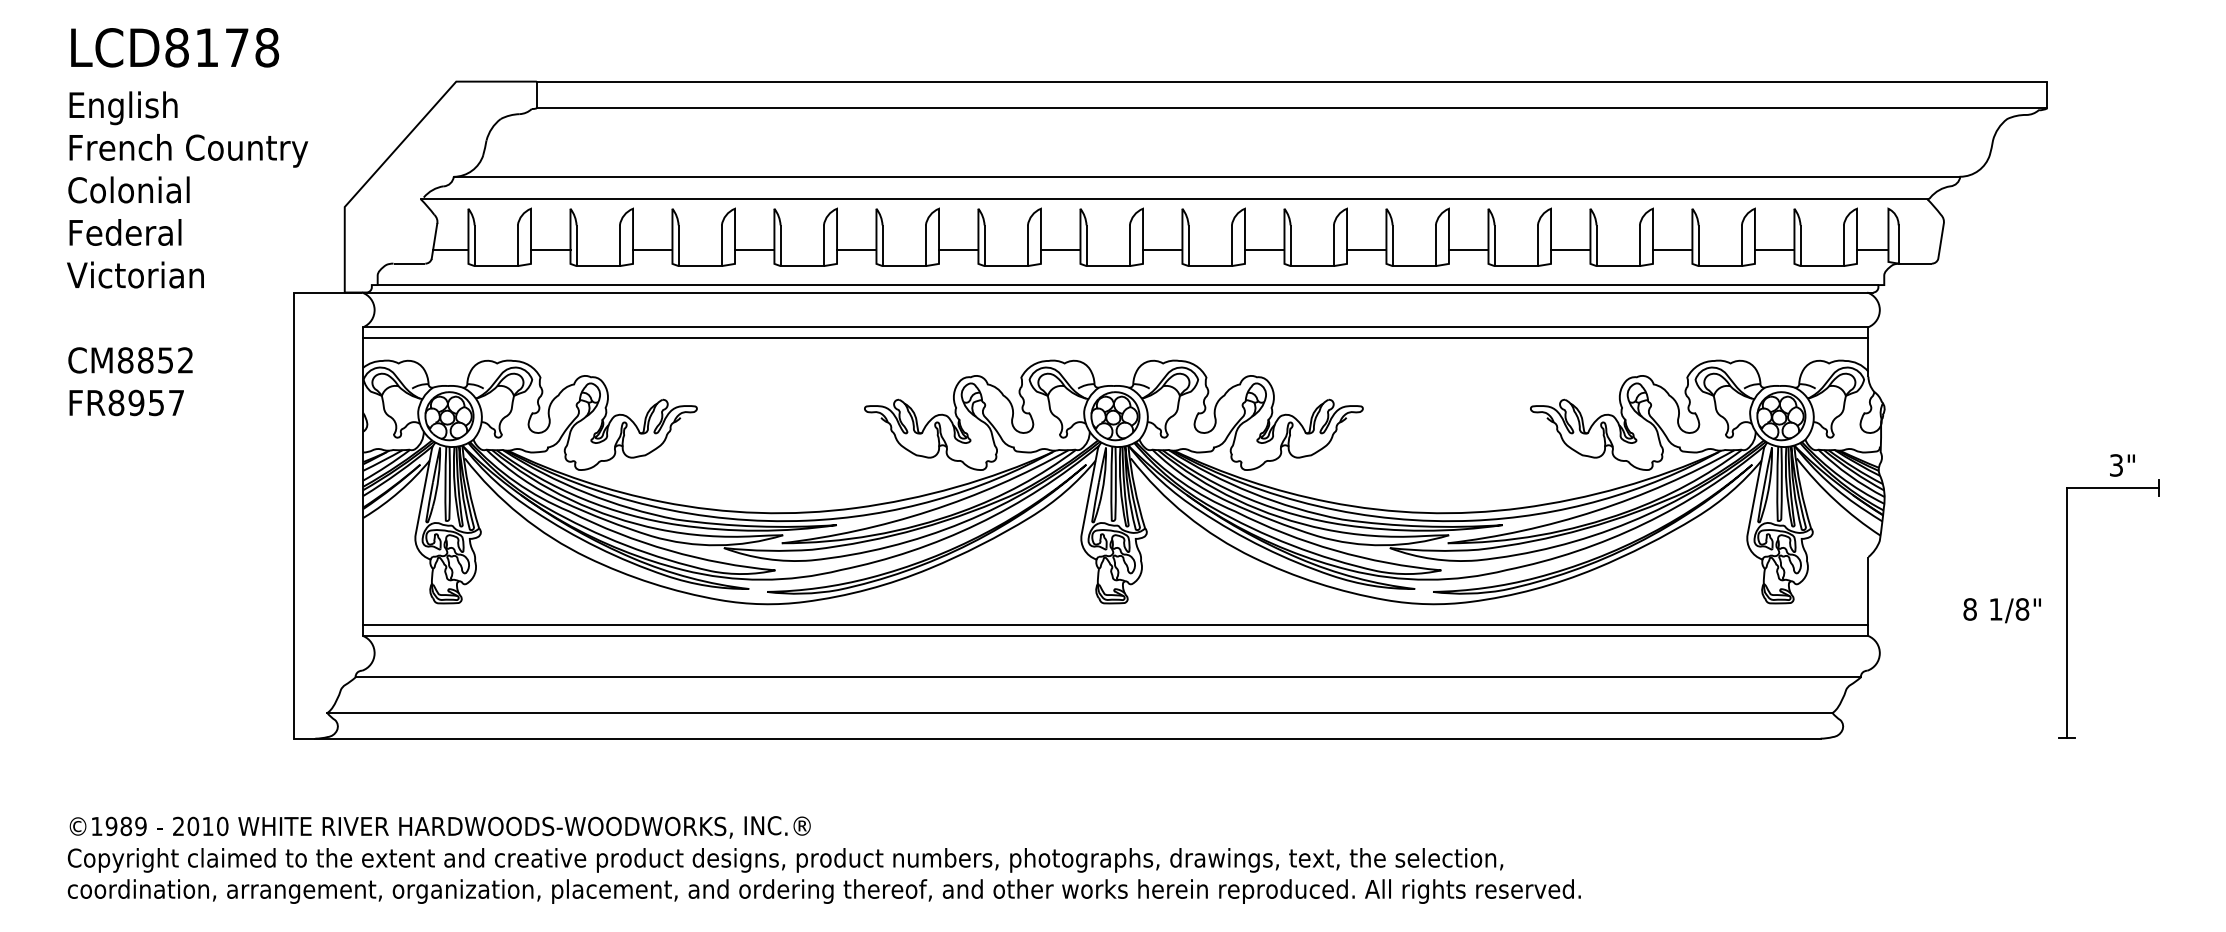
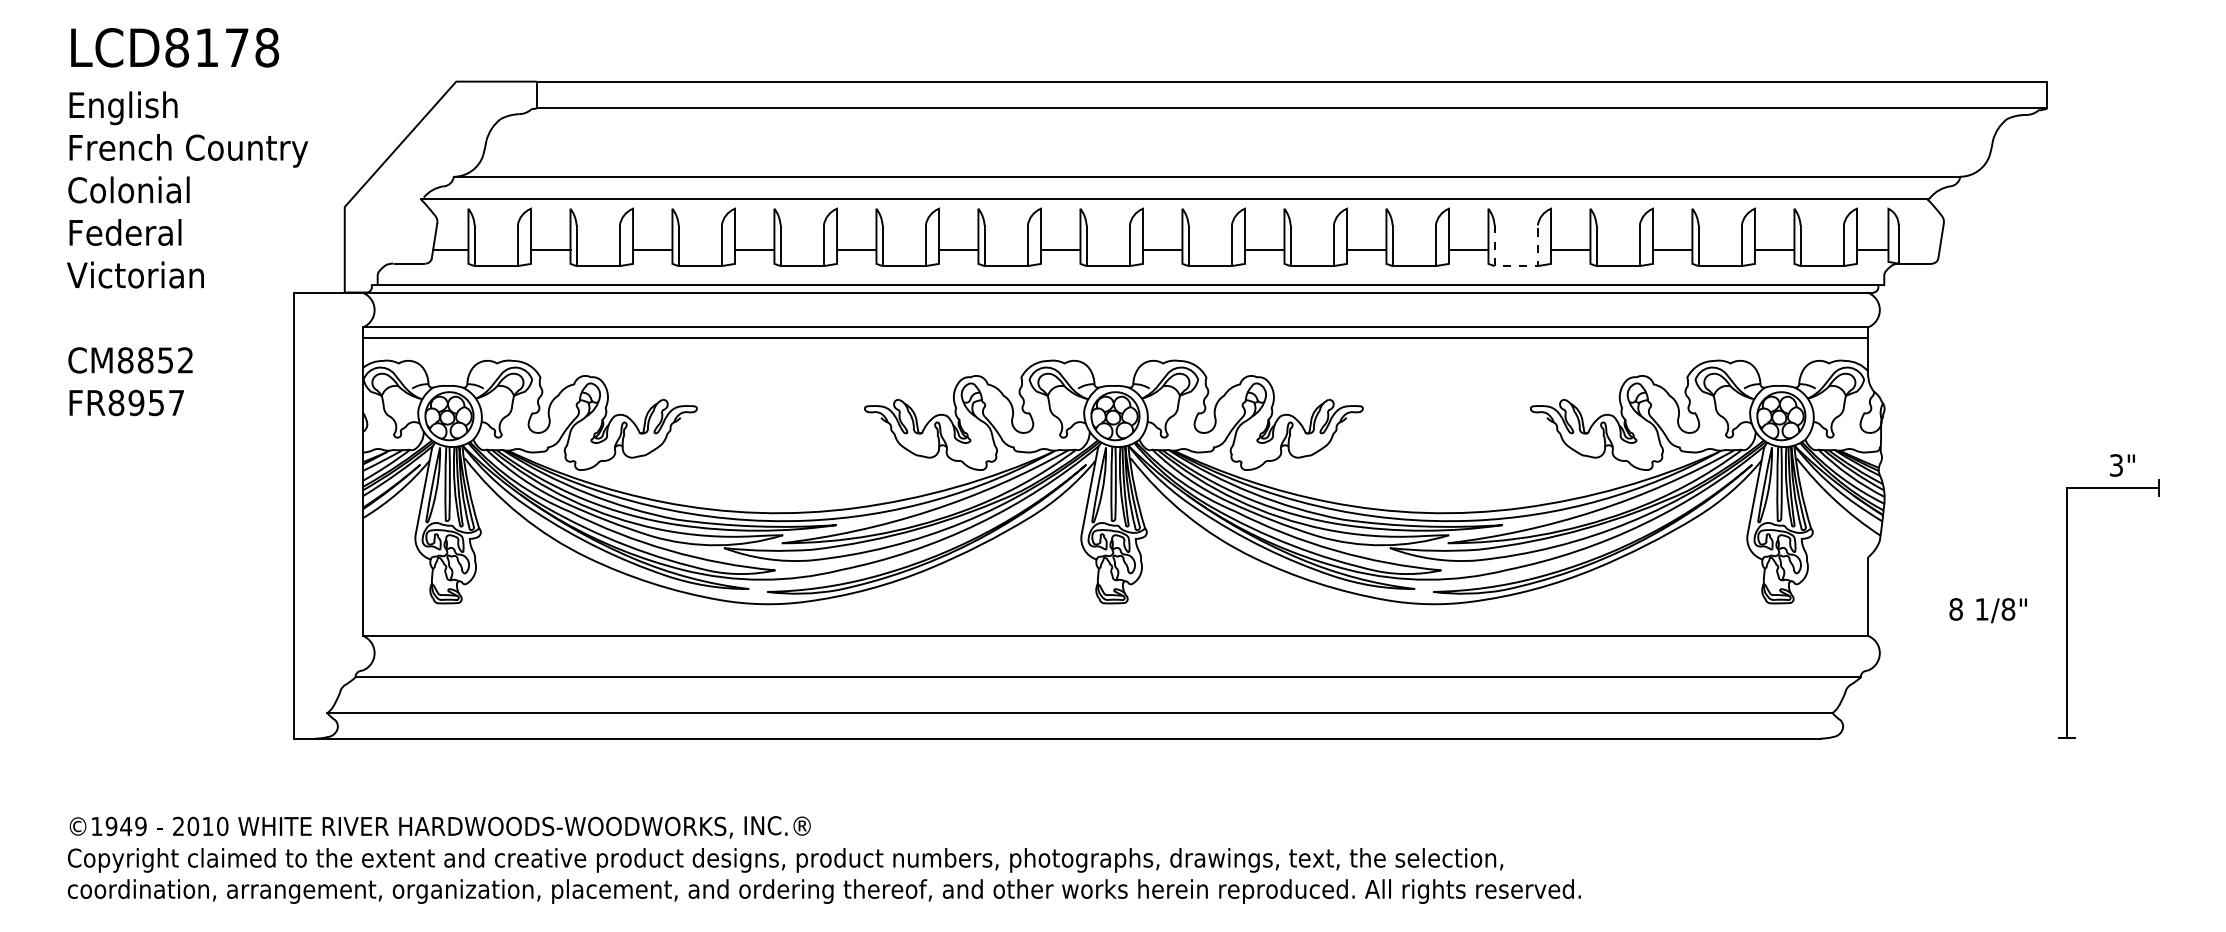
line at (1516, 266): solid -> dashed
text at (2001, 610) position: (2001, 610) -> (1987, 610)
line at (1115, 625): present -> none
text at (126, 826): ©1989 -> ©1949
